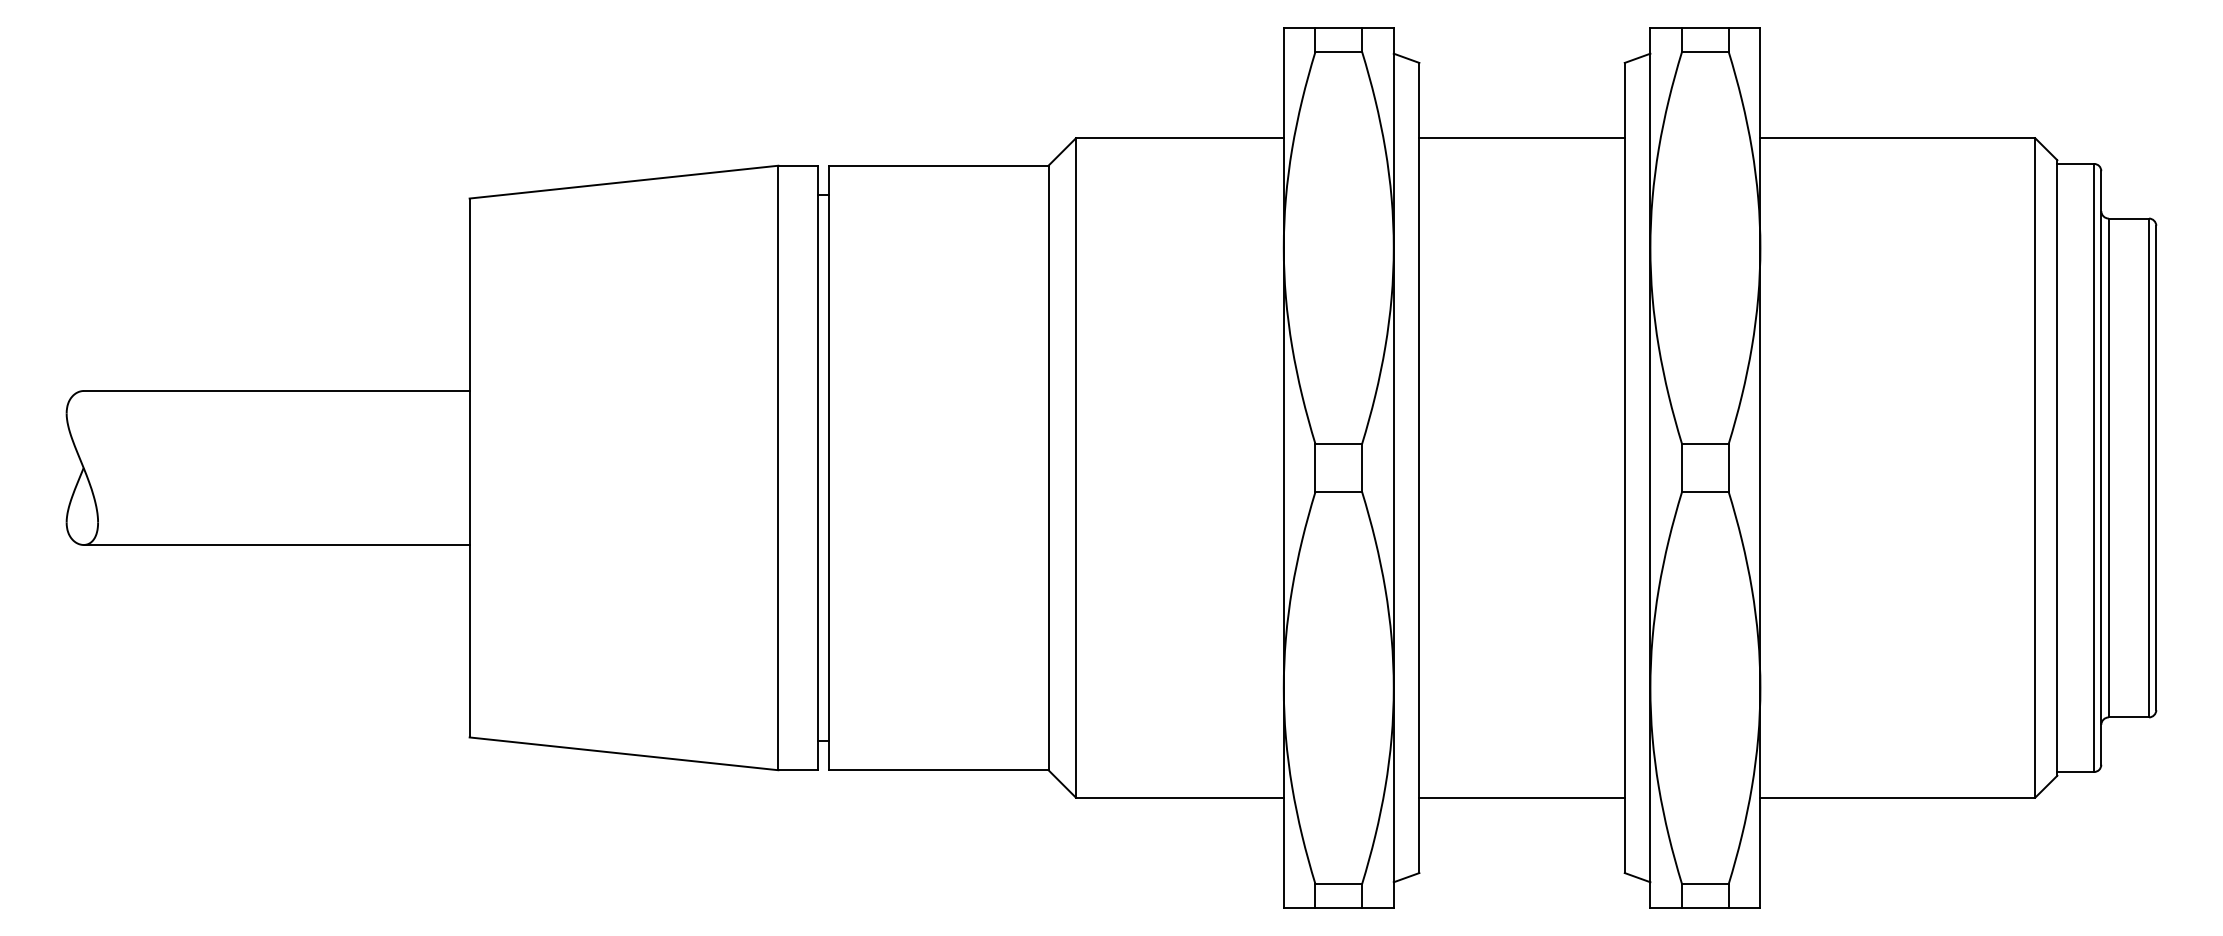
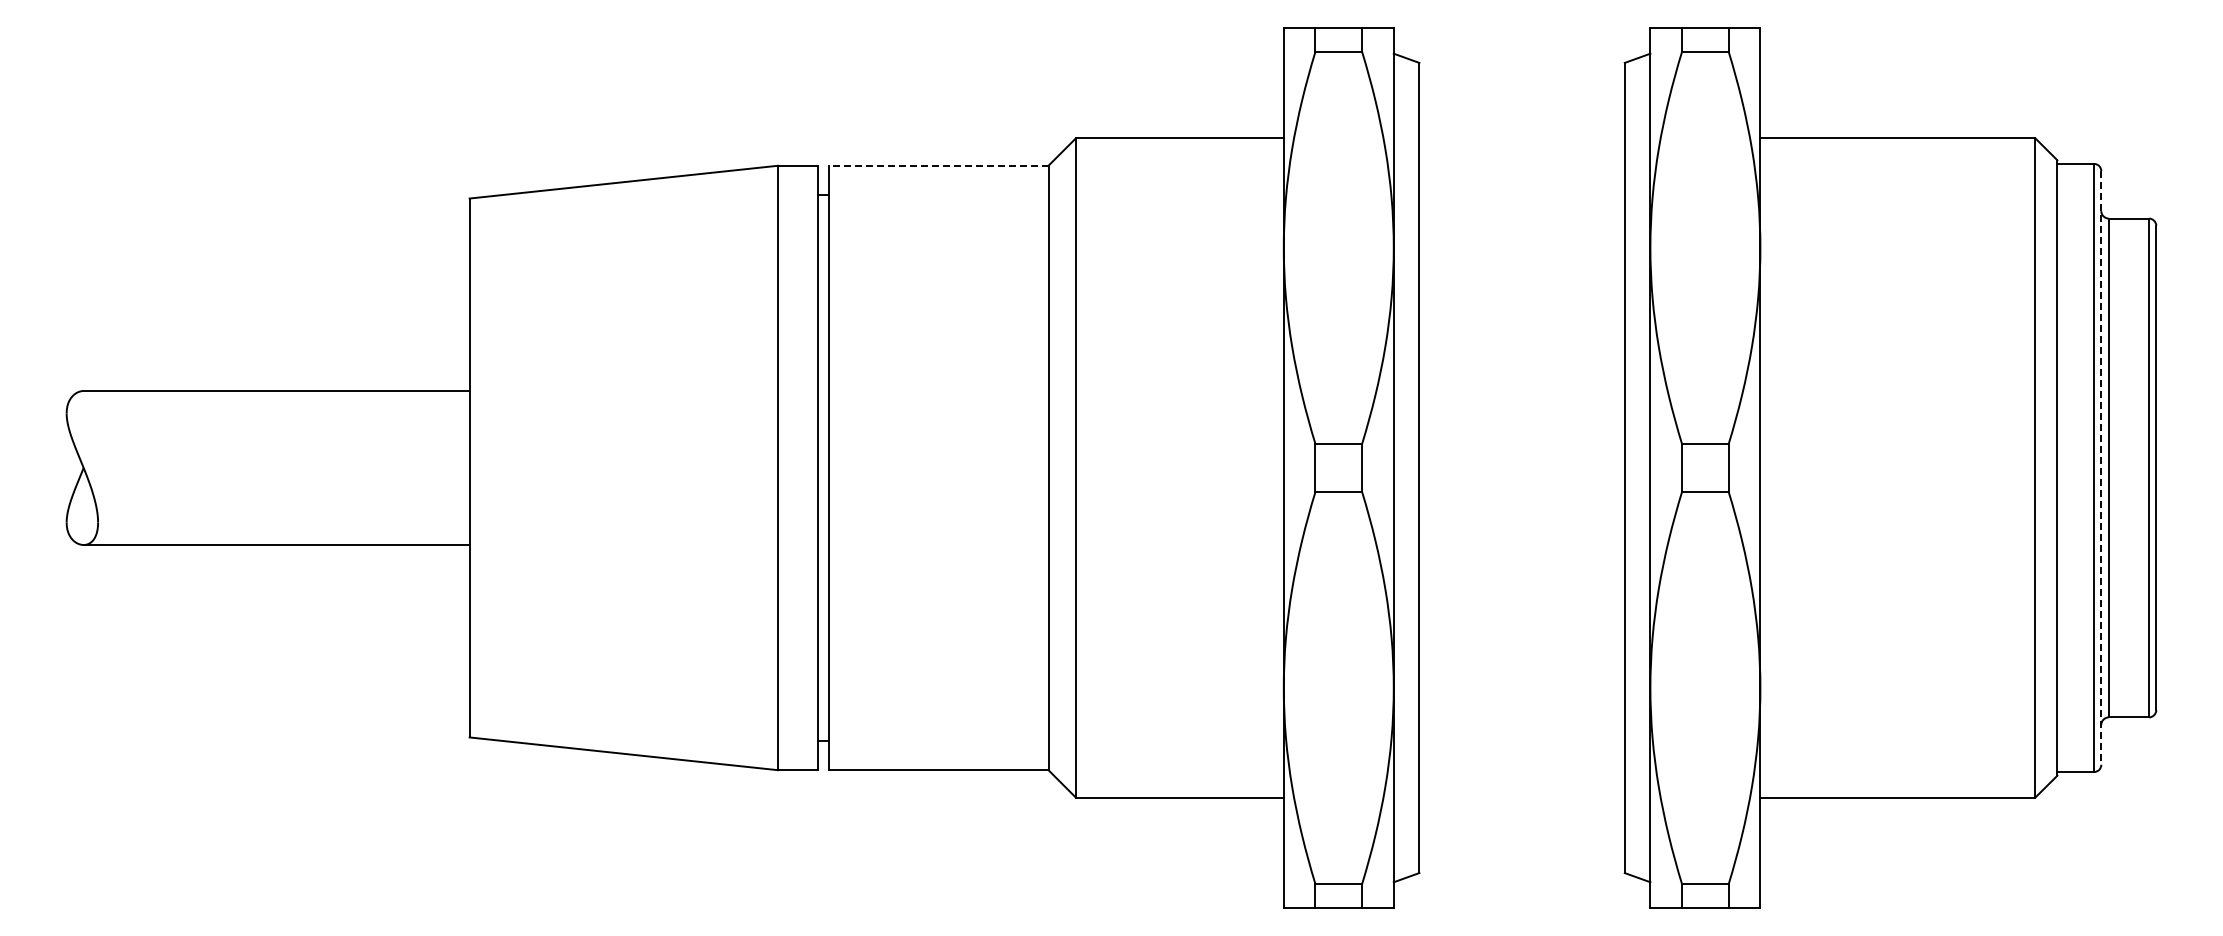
line at (1521, 138): present -> none
line at (938, 165): solid -> dashed
line at (2101, 467): solid -> dashed
line at (1521, 797): present -> none
